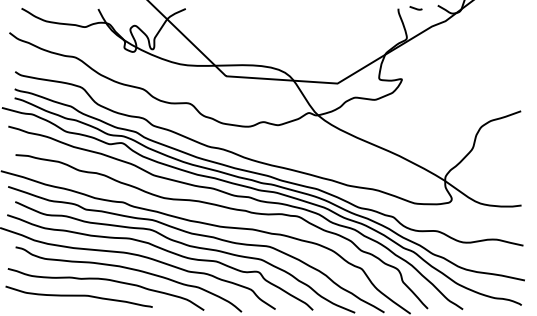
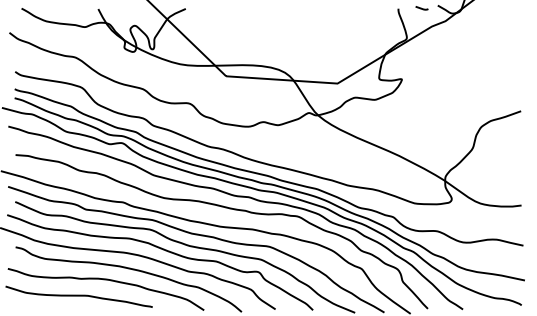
curve at (415, 8) position: (415, 8) -> (421, 8)
